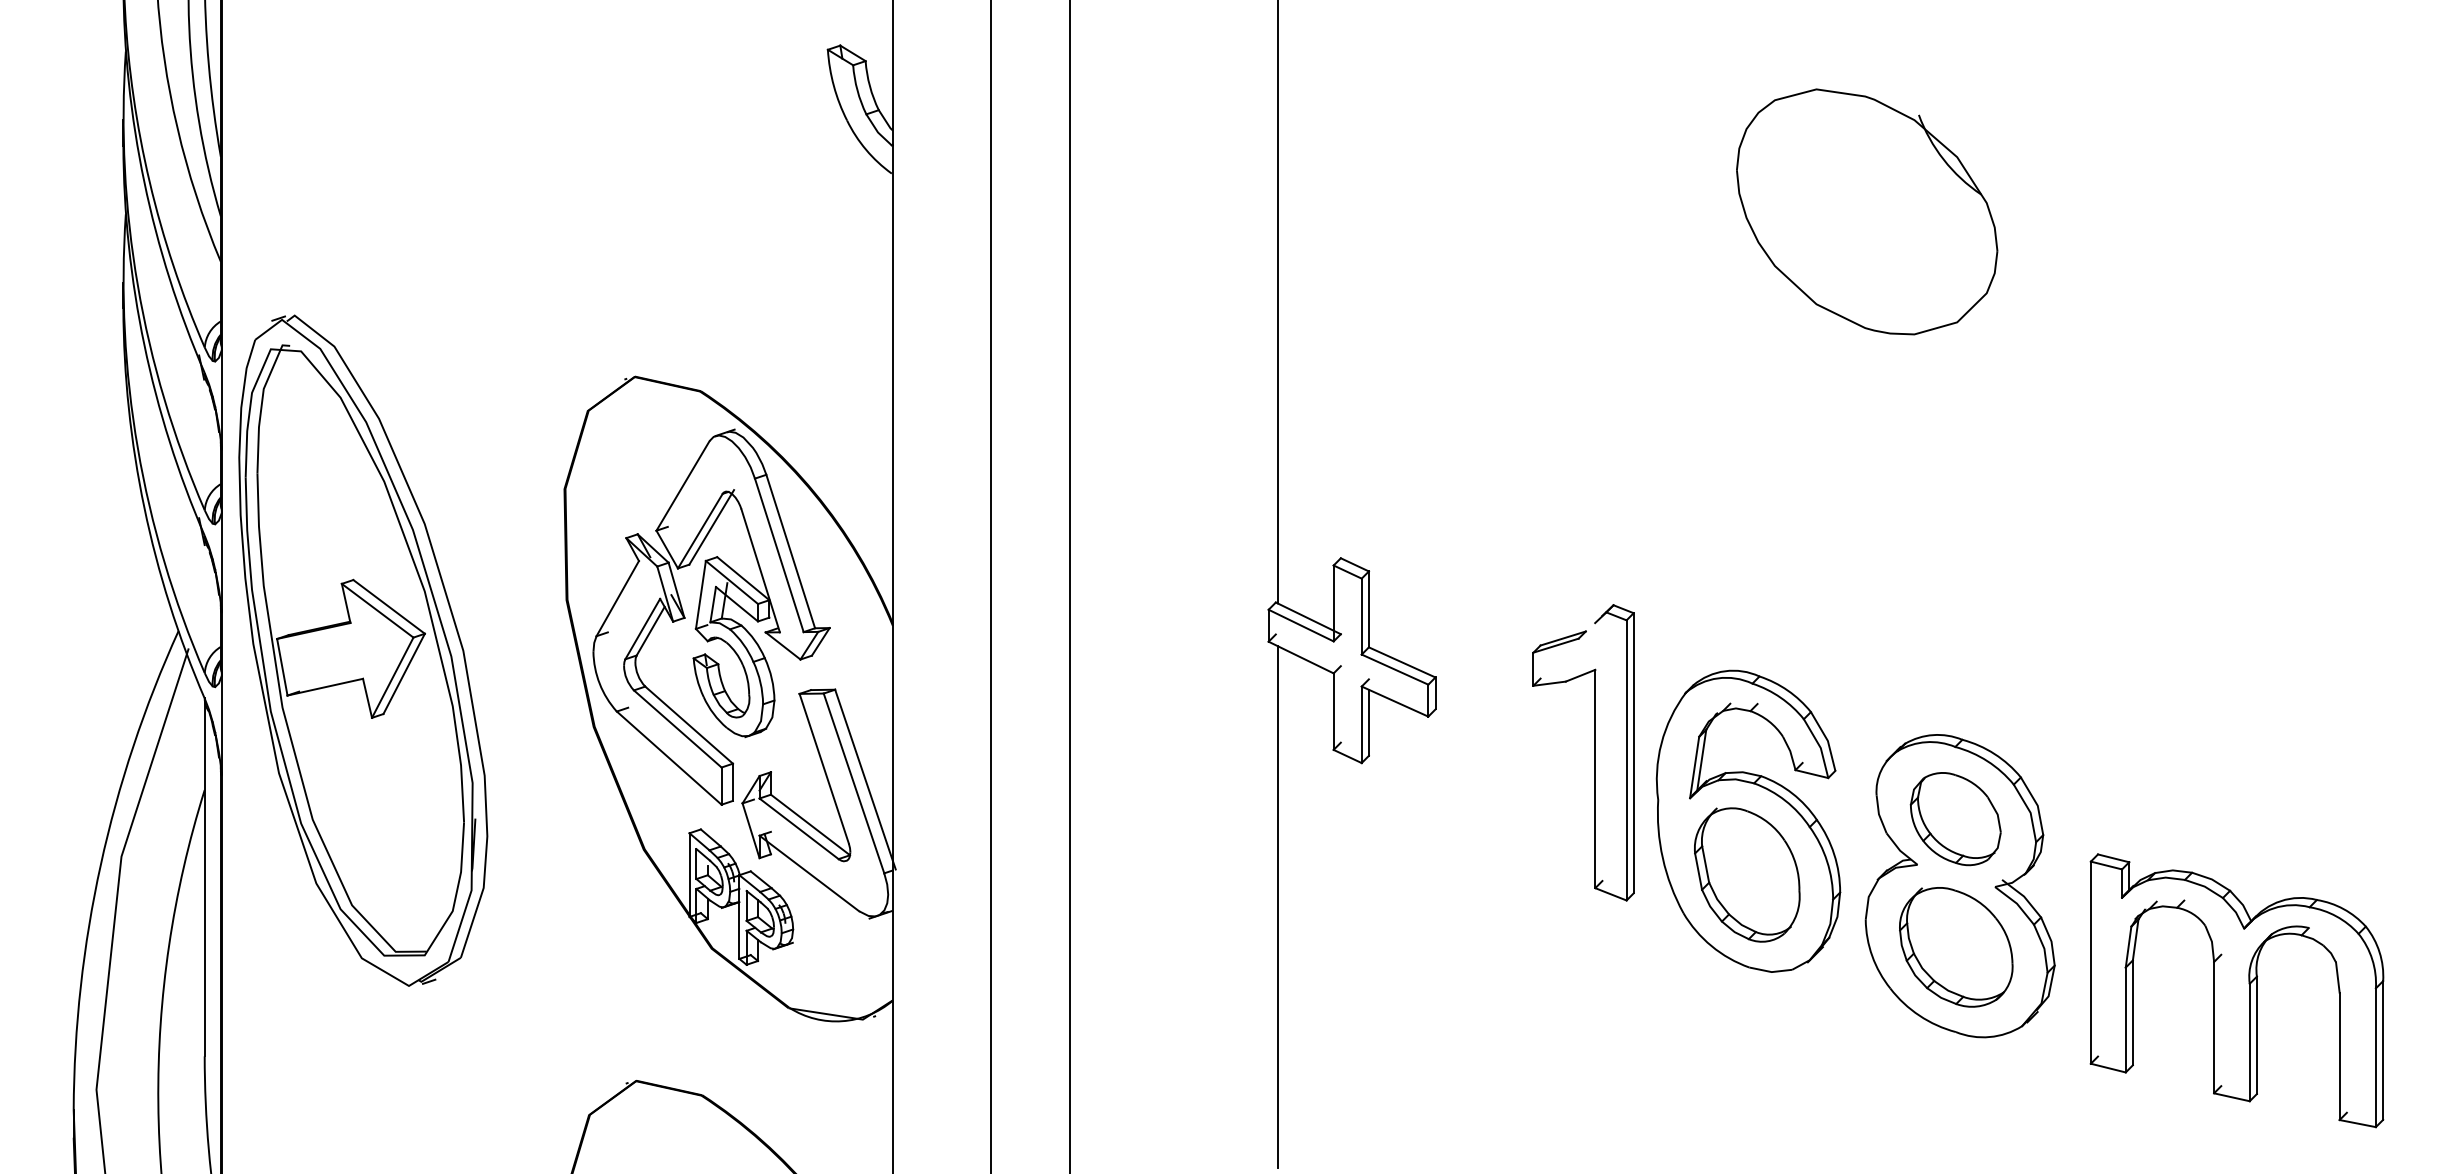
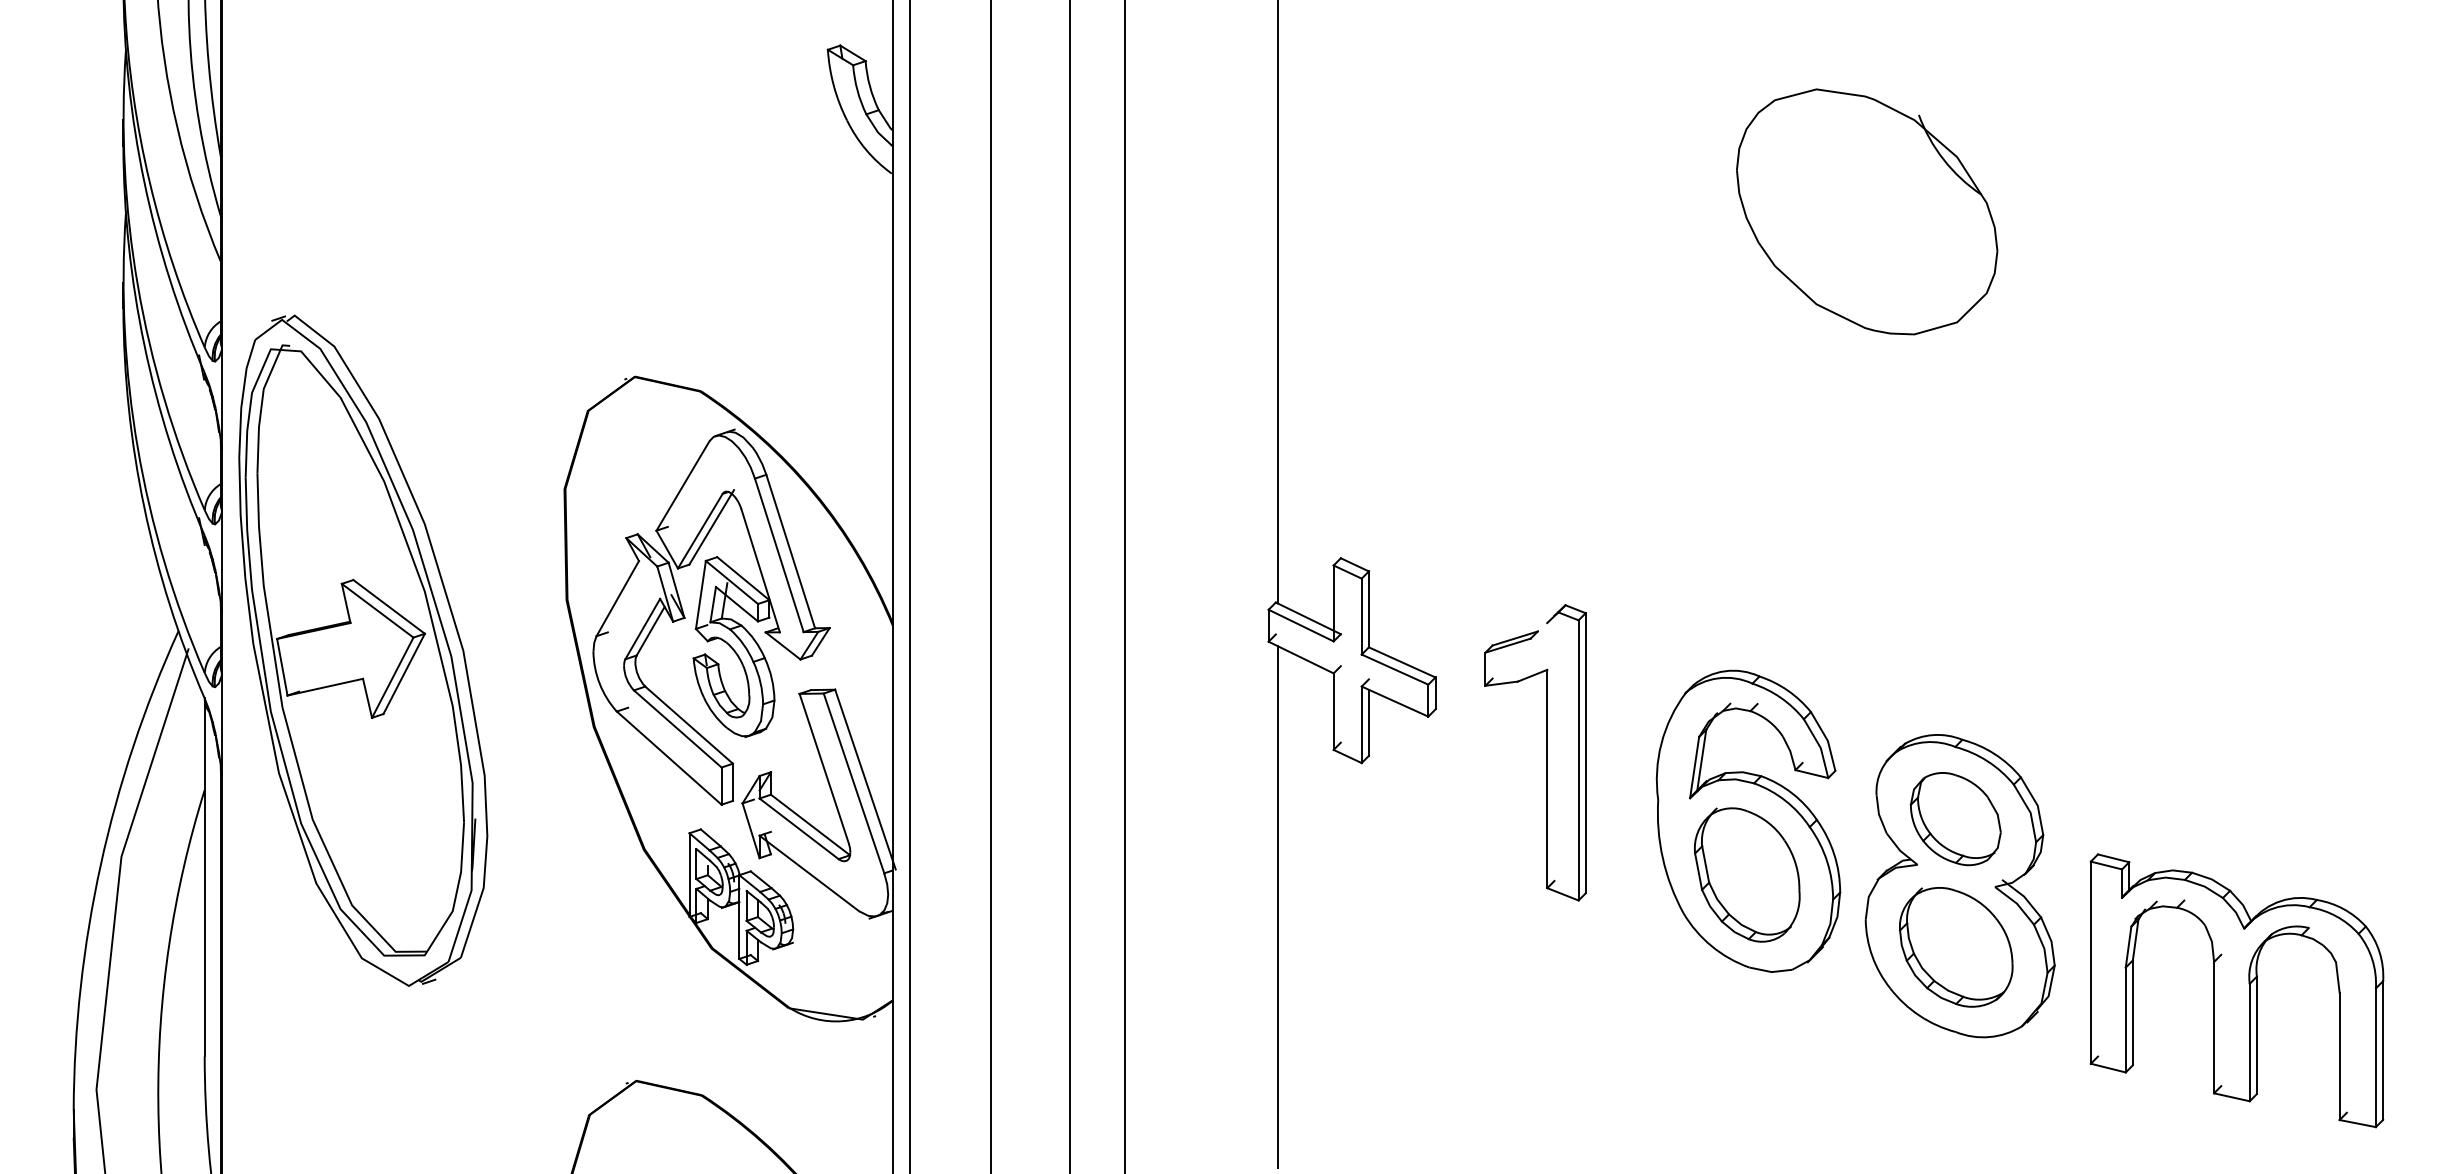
line at (909, 586): none -> present
line at (1125, 586): none -> present
part at (1594, 752) position: (1594, 752) -> (1546, 752)
